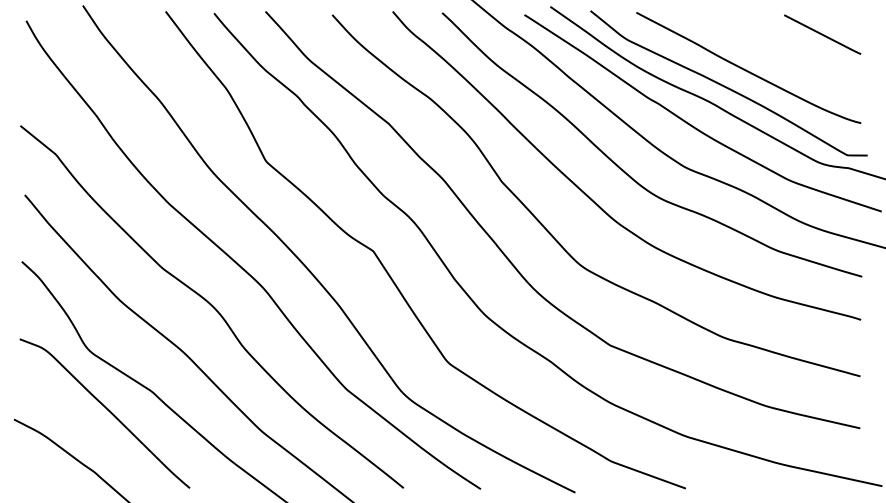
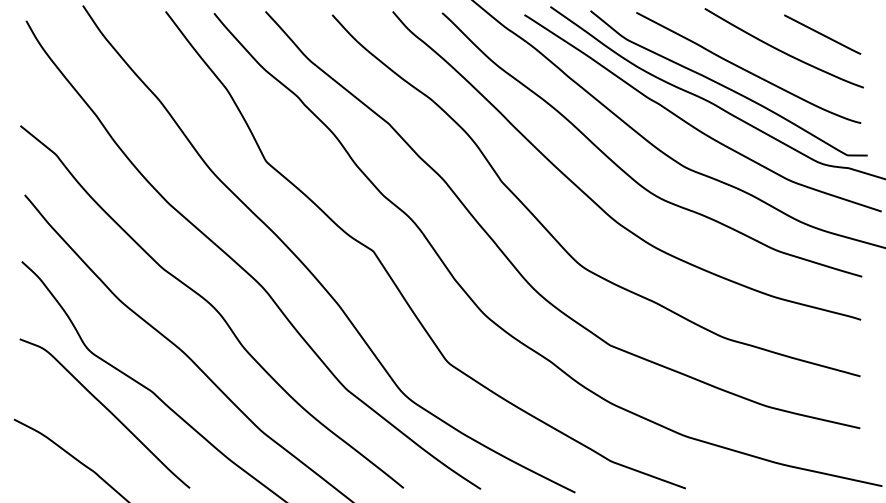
curve at (782, 50): none -> present
